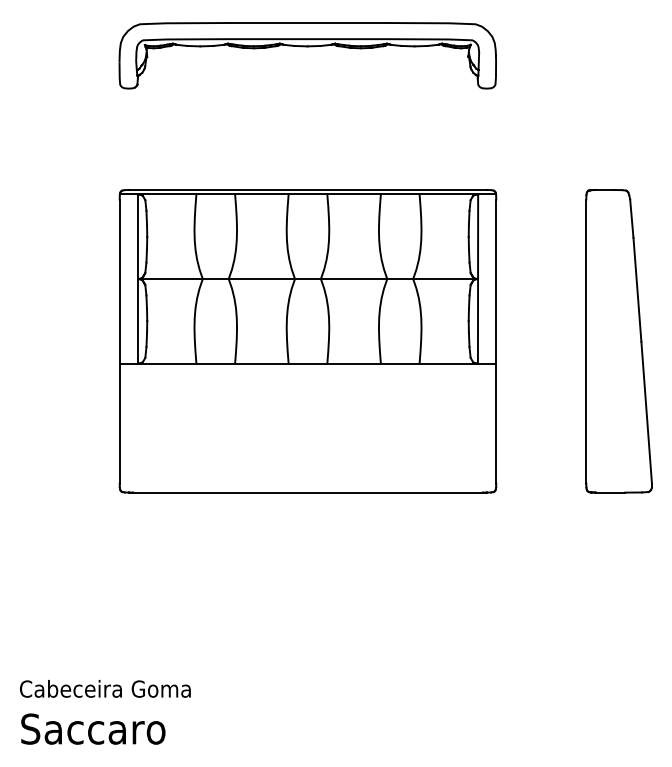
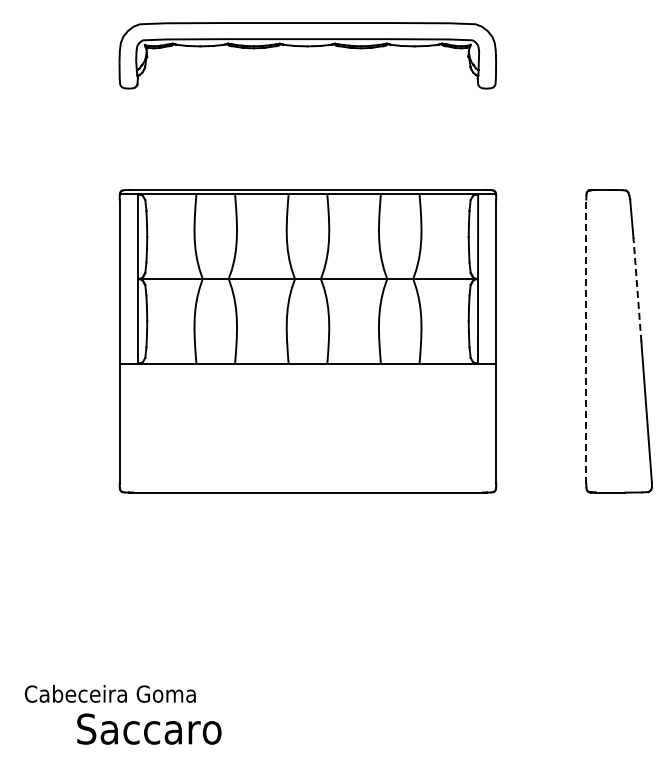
line at (637, 289): solid -> dashed
line at (586, 341): solid -> dashed
text at (105, 688) position: (105, 688) -> (110, 693)
text at (93, 728) position: (93, 728) -> (149, 728)
